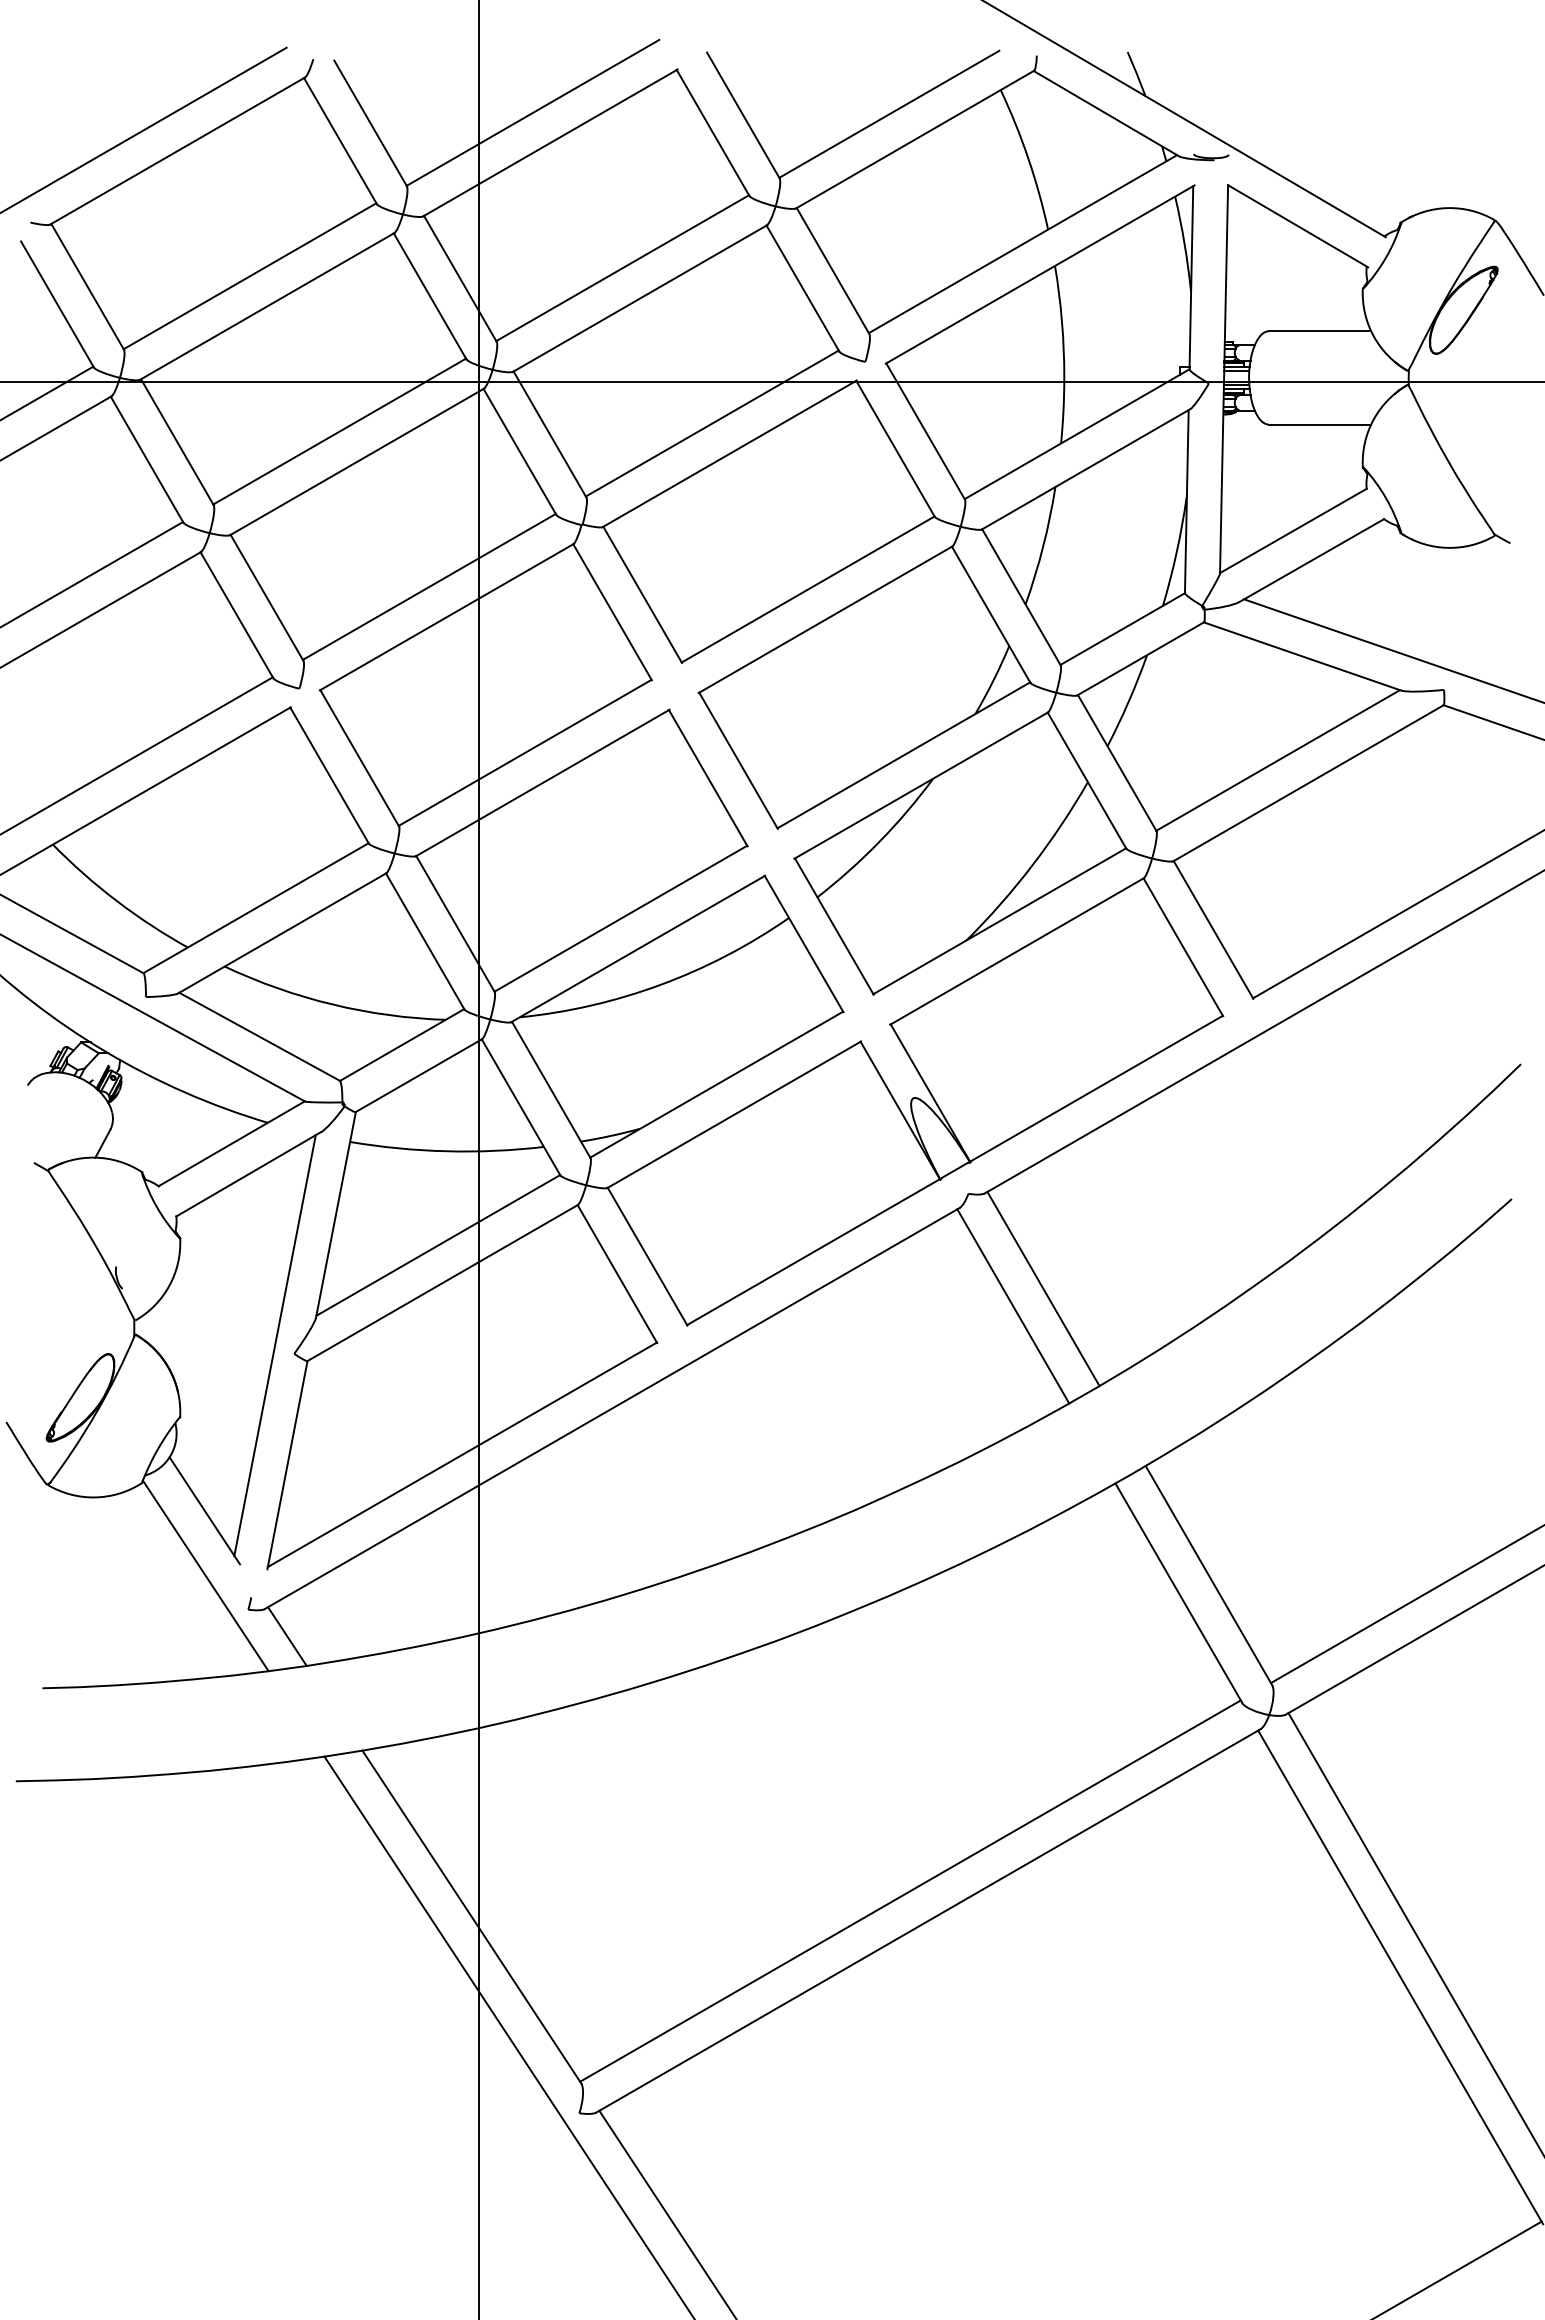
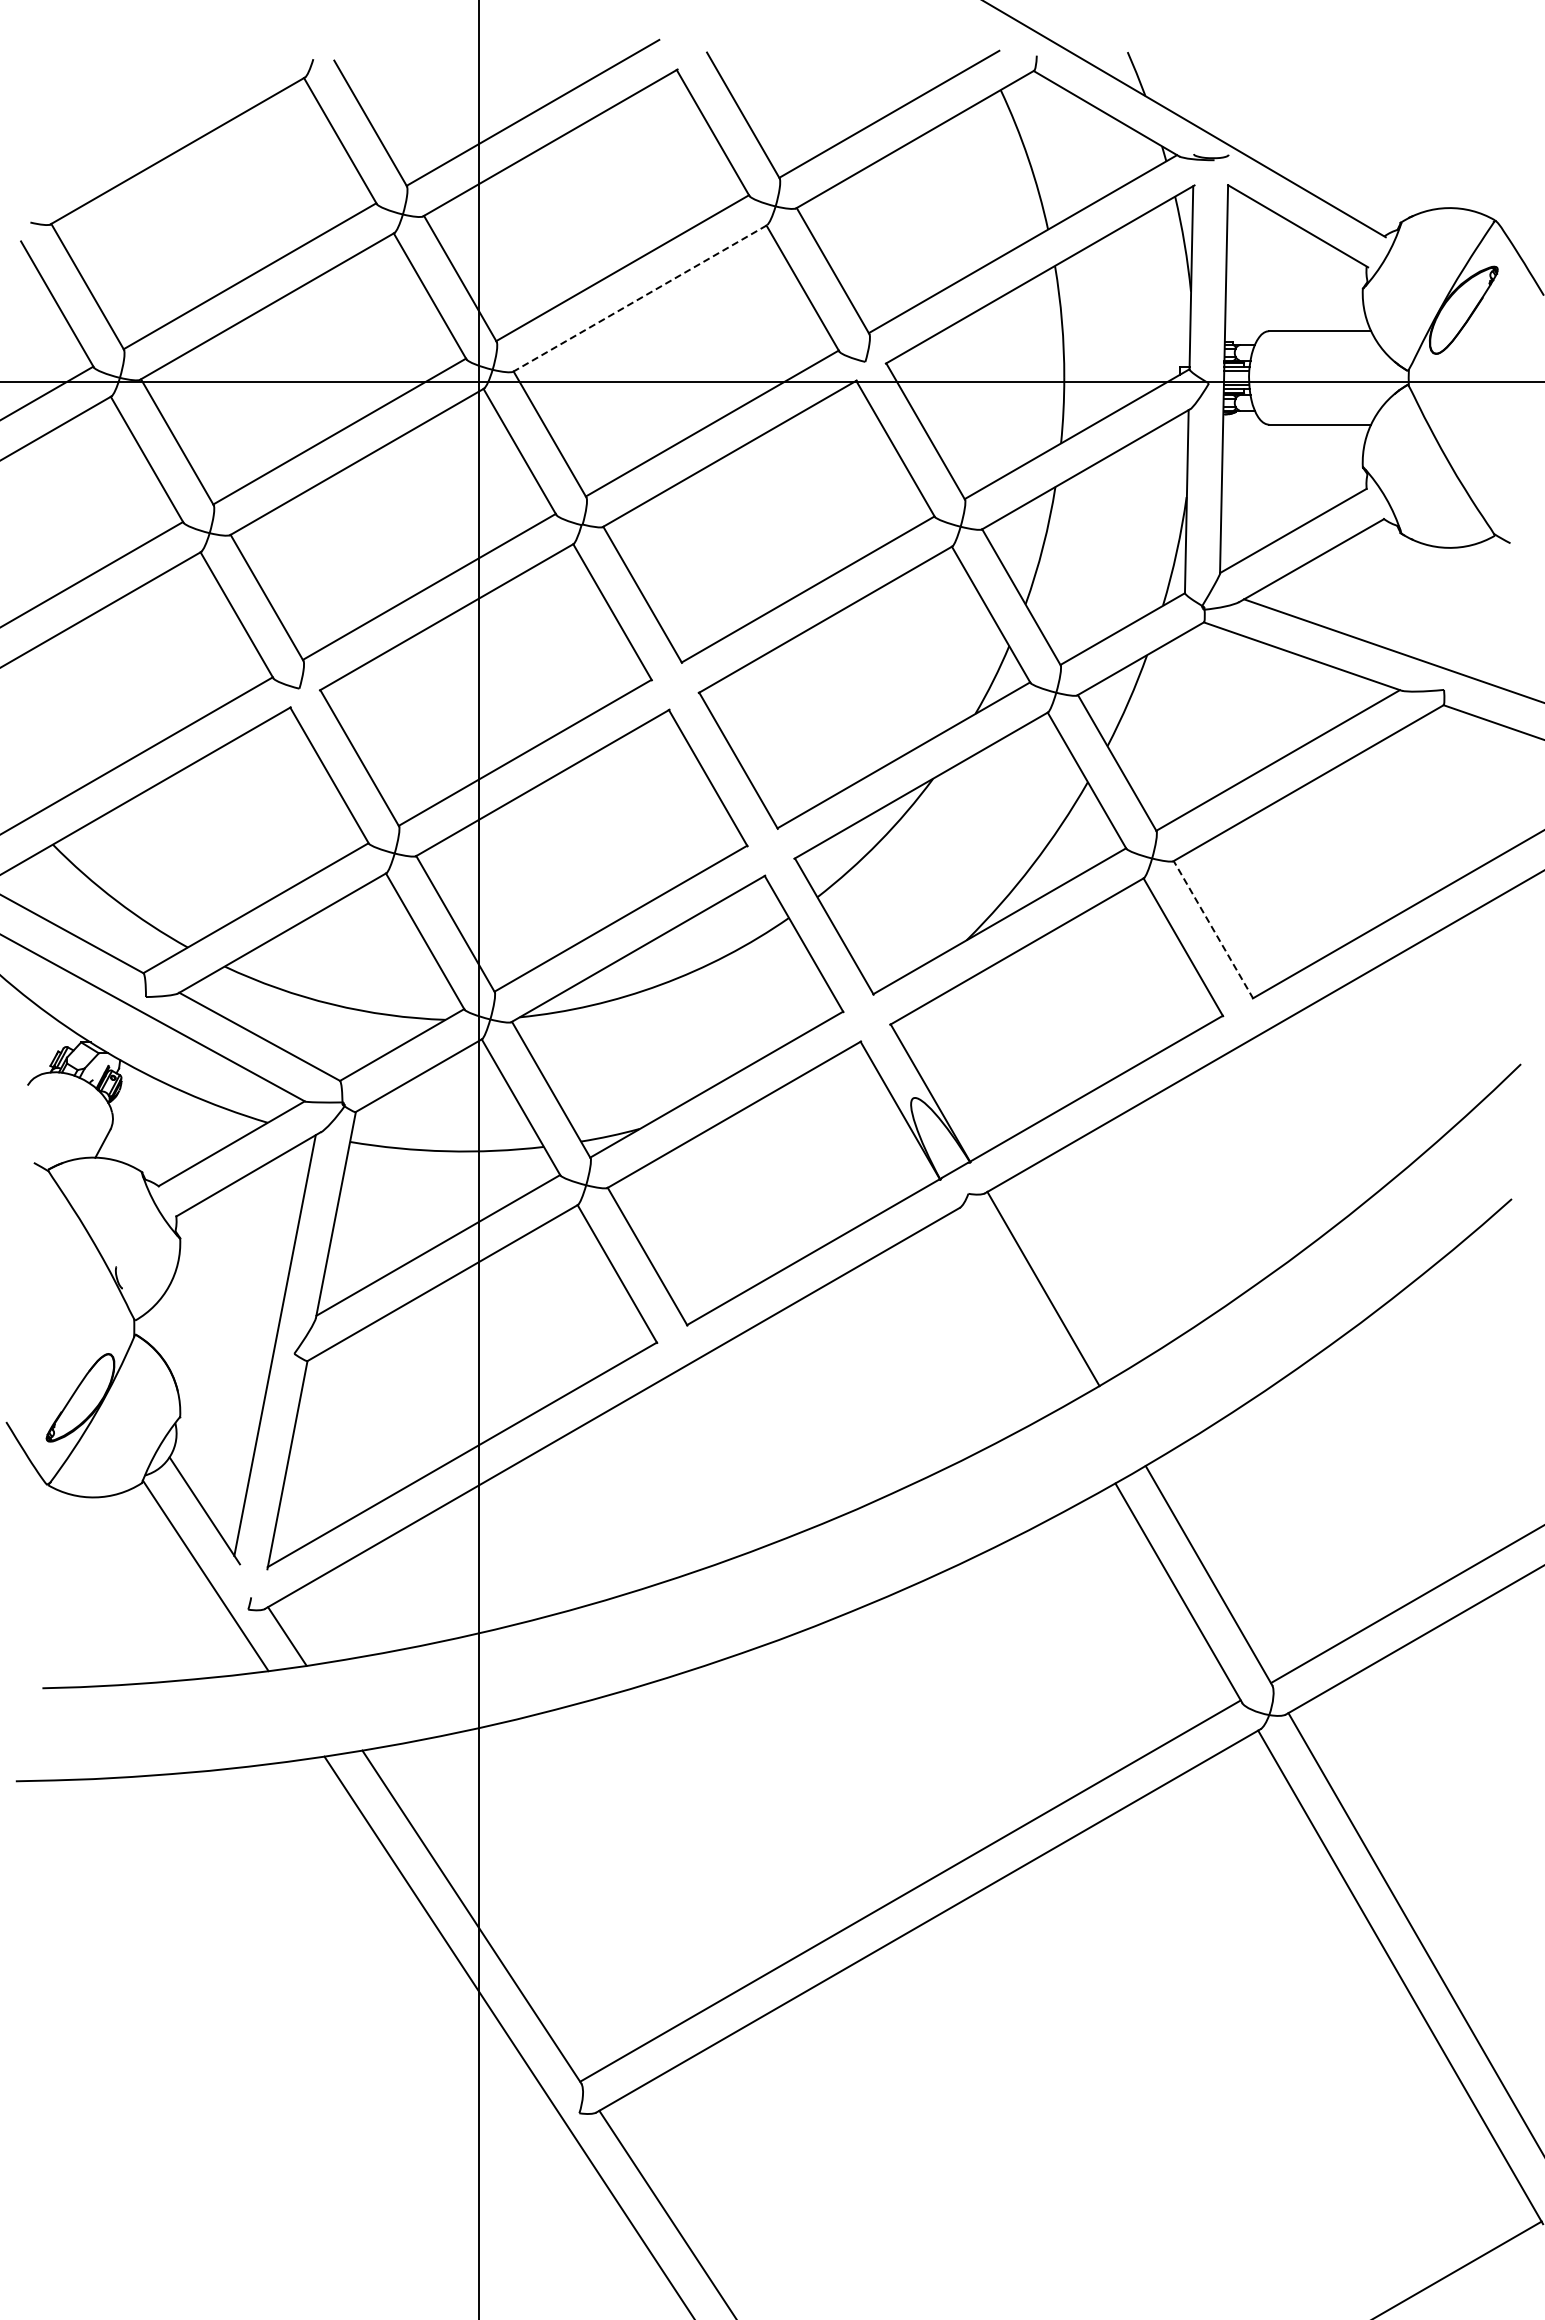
line at (144, 129): present -> none
line at (640, 298): solid -> dashed
line at (1213, 929): solid -> dashed
line at (1013, 1306): present -> none
